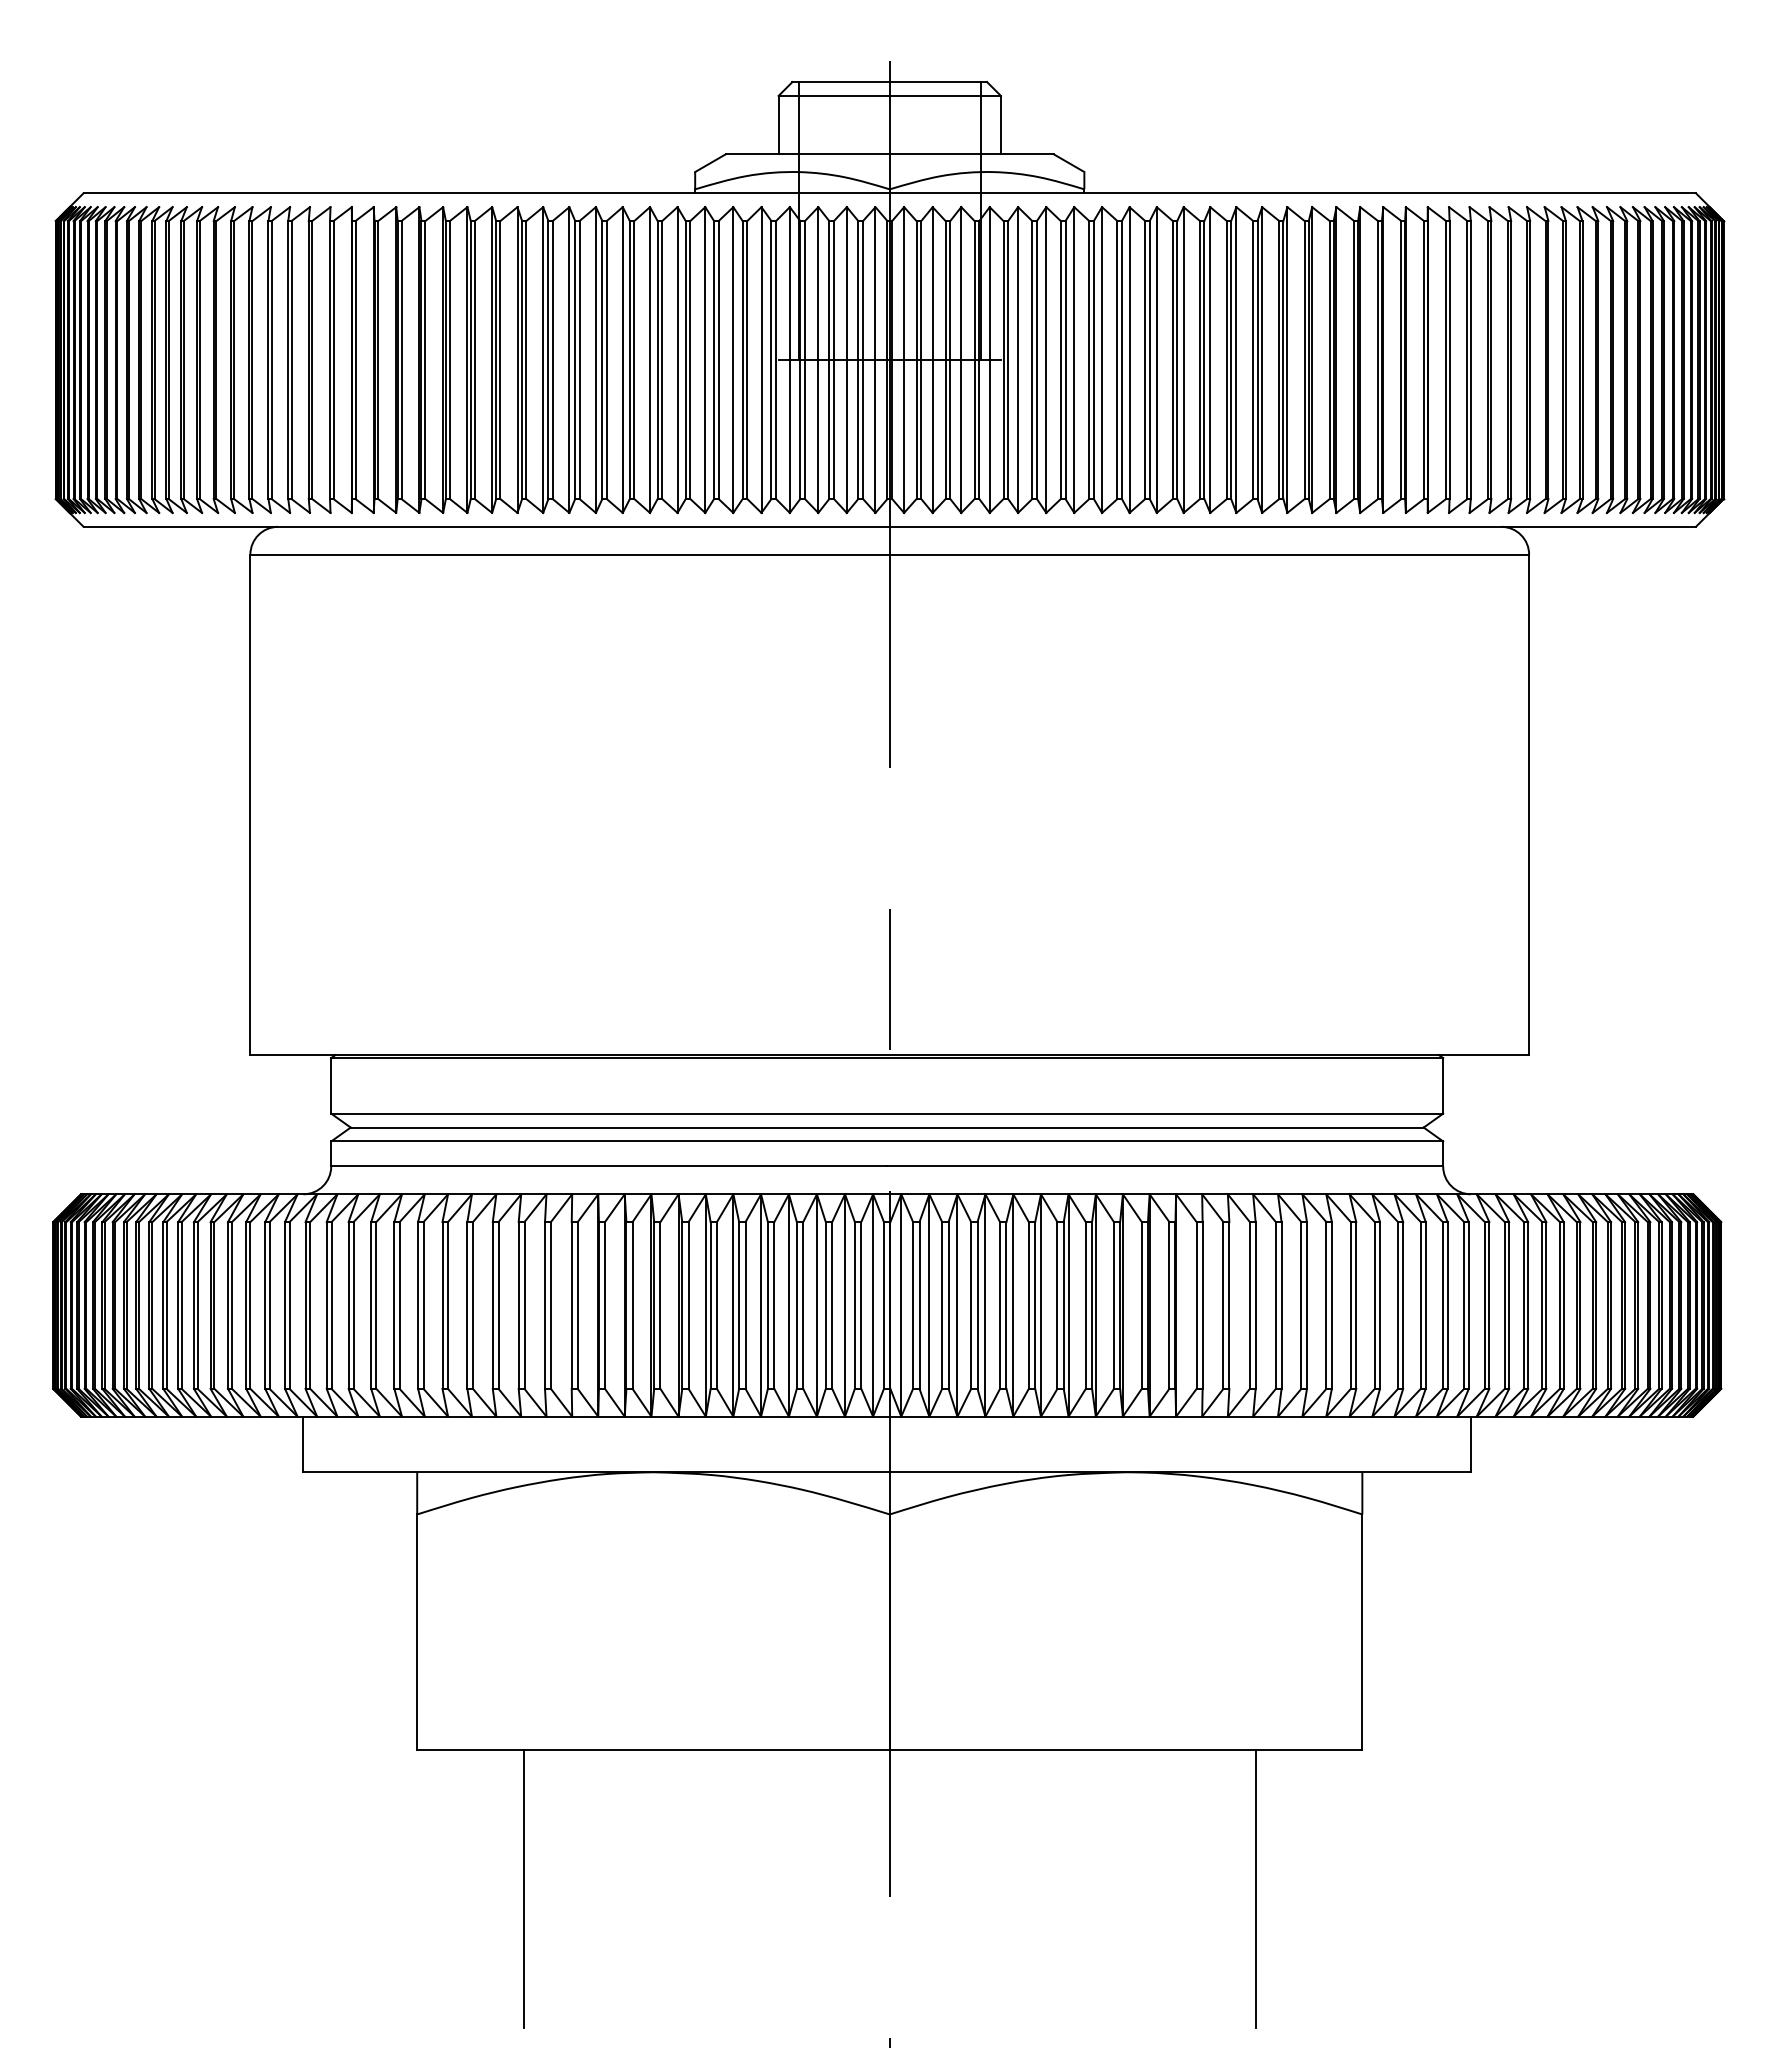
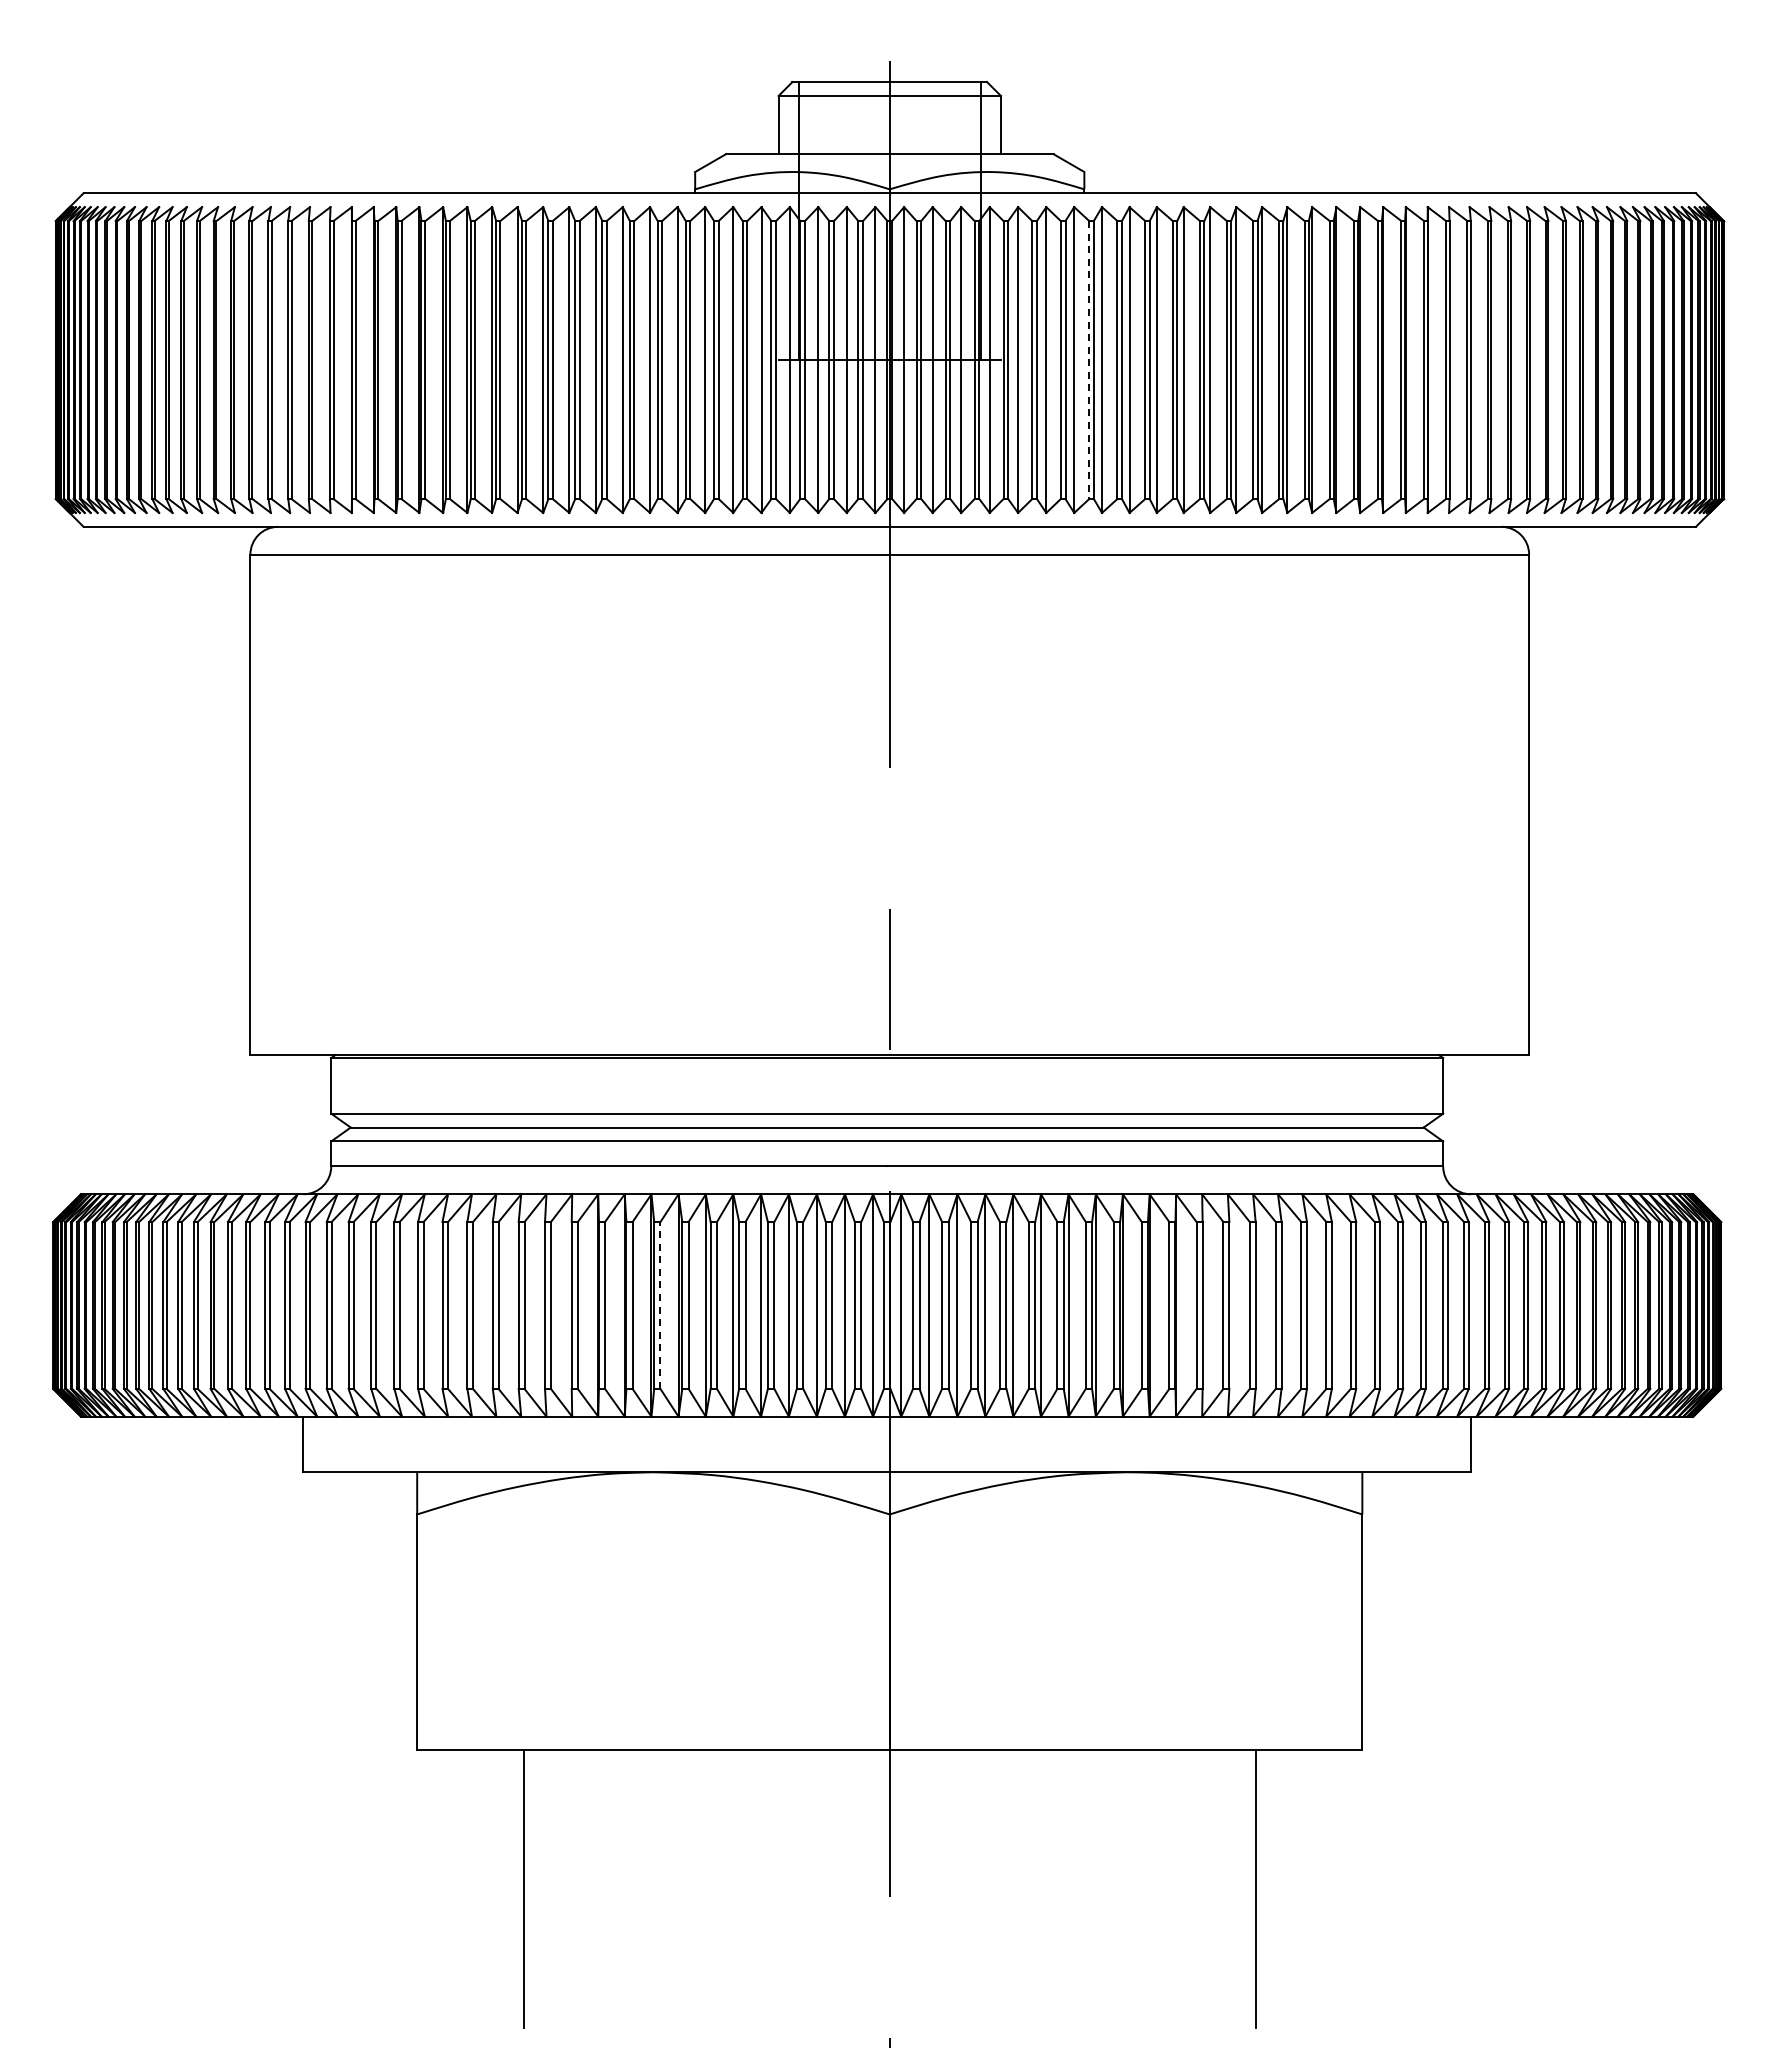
line at (1089, 360): solid -> dashed
line at (660, 1304): solid -> dashed
